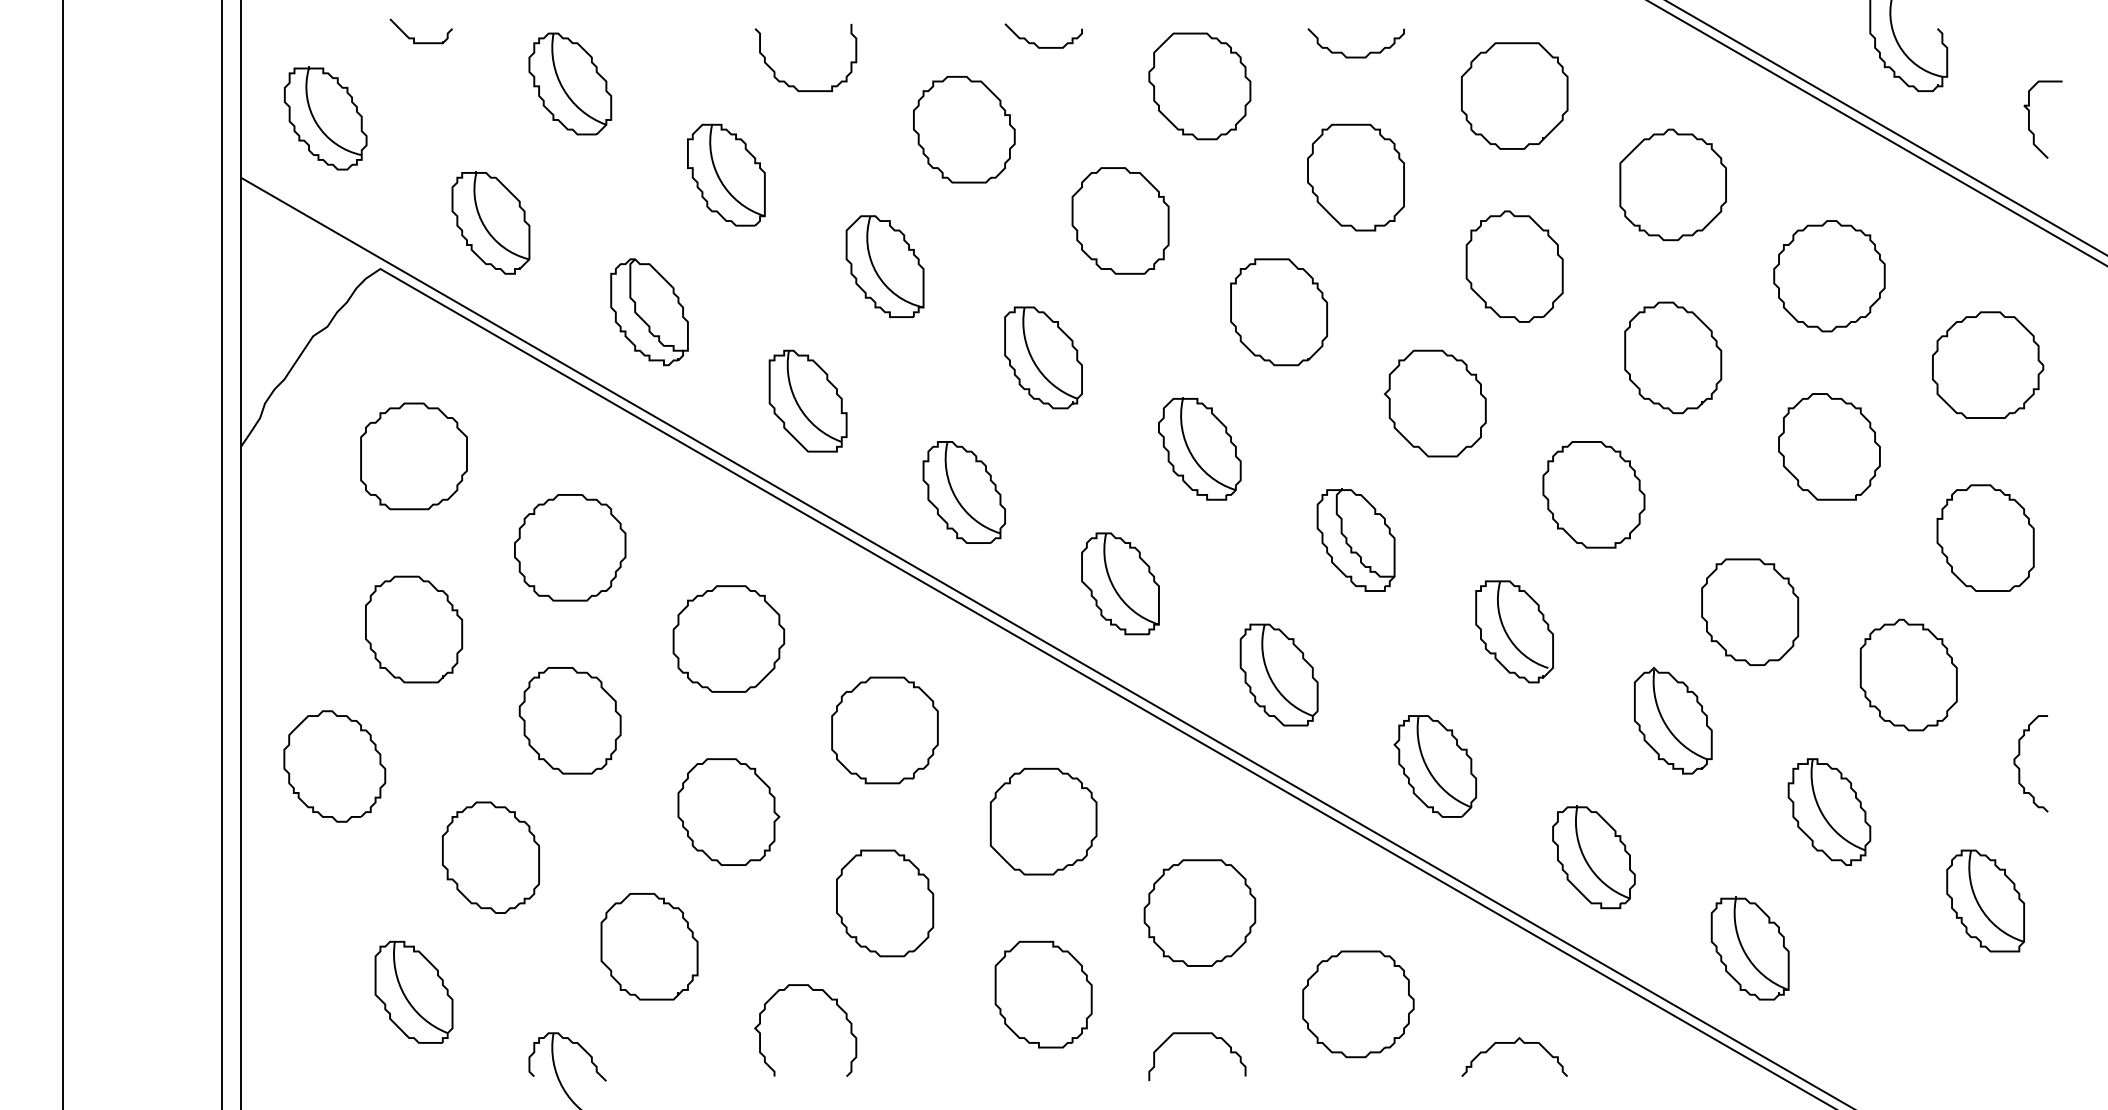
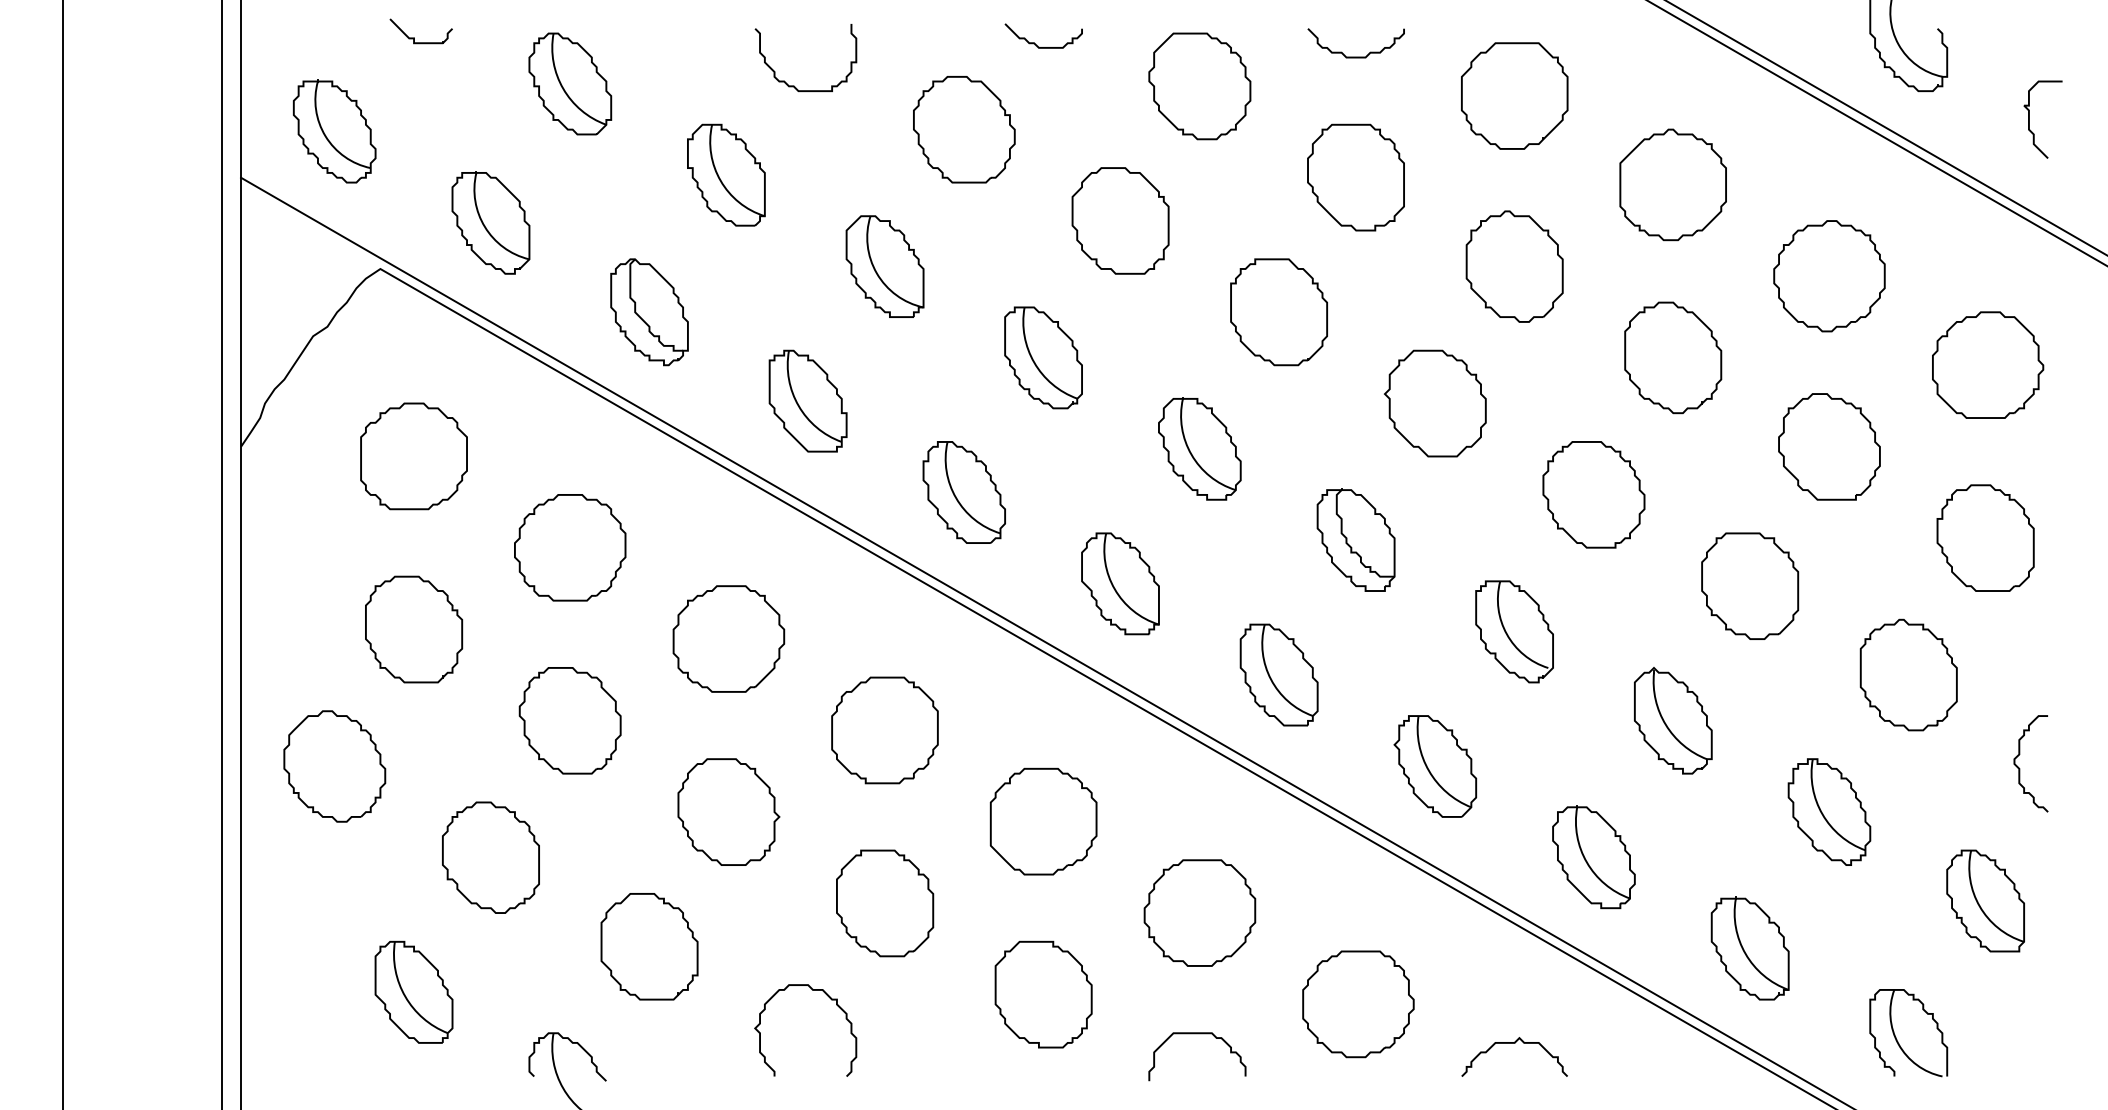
part at (325, 118) position: (325, 118) -> (334, 131)
part at (1750, 611) position: (1750, 611) -> (1750, 585)
part at (1897, 1039): none -> present
